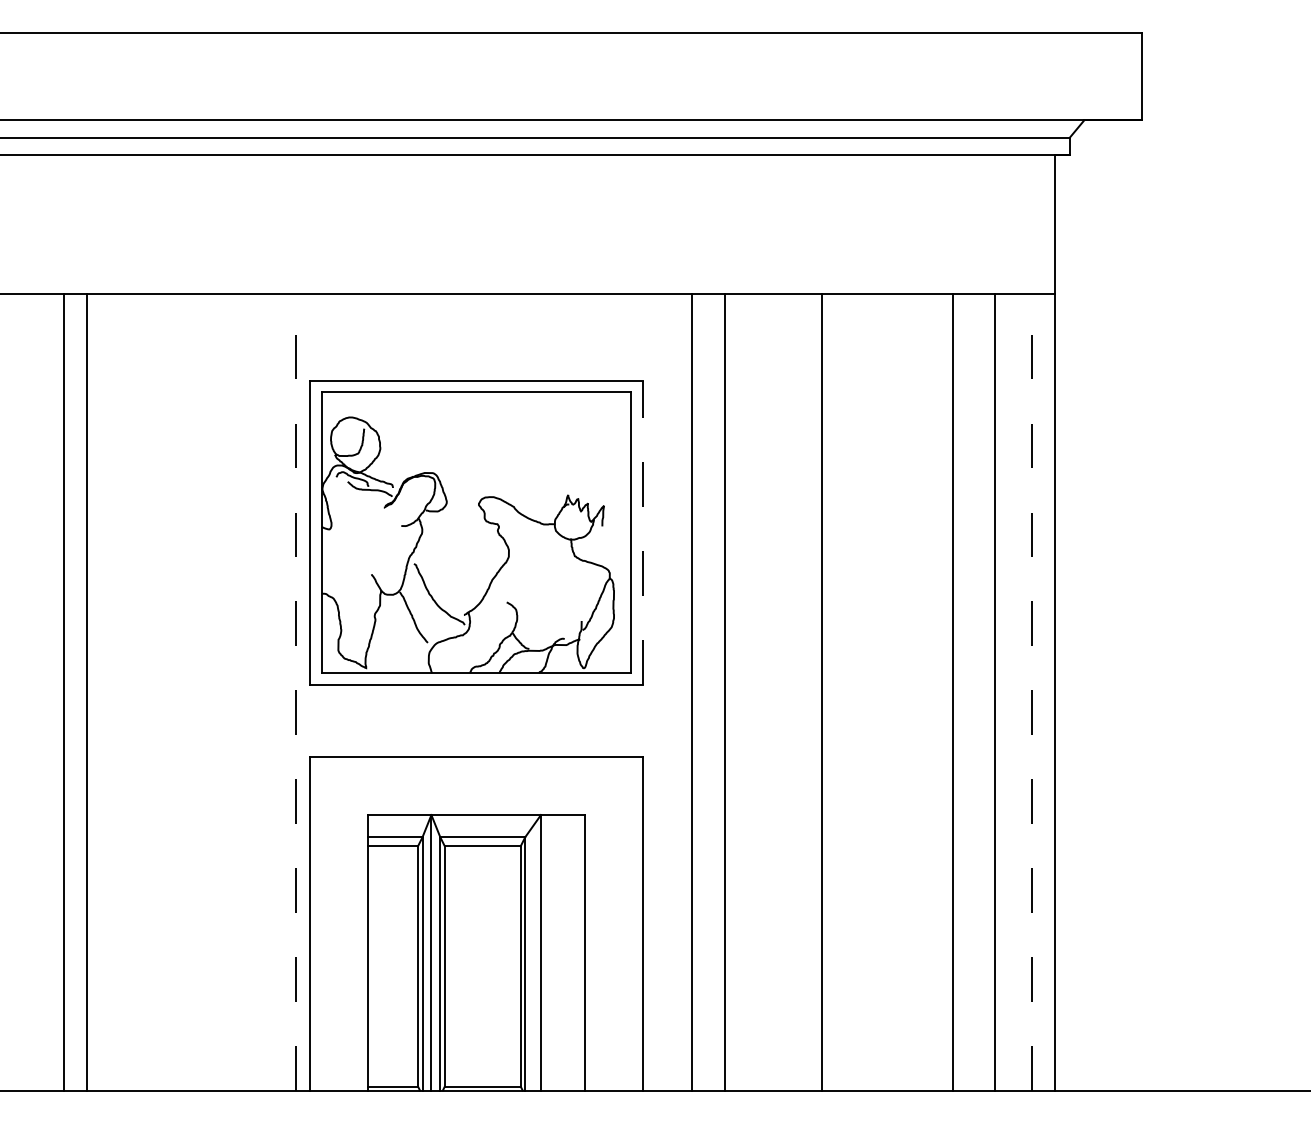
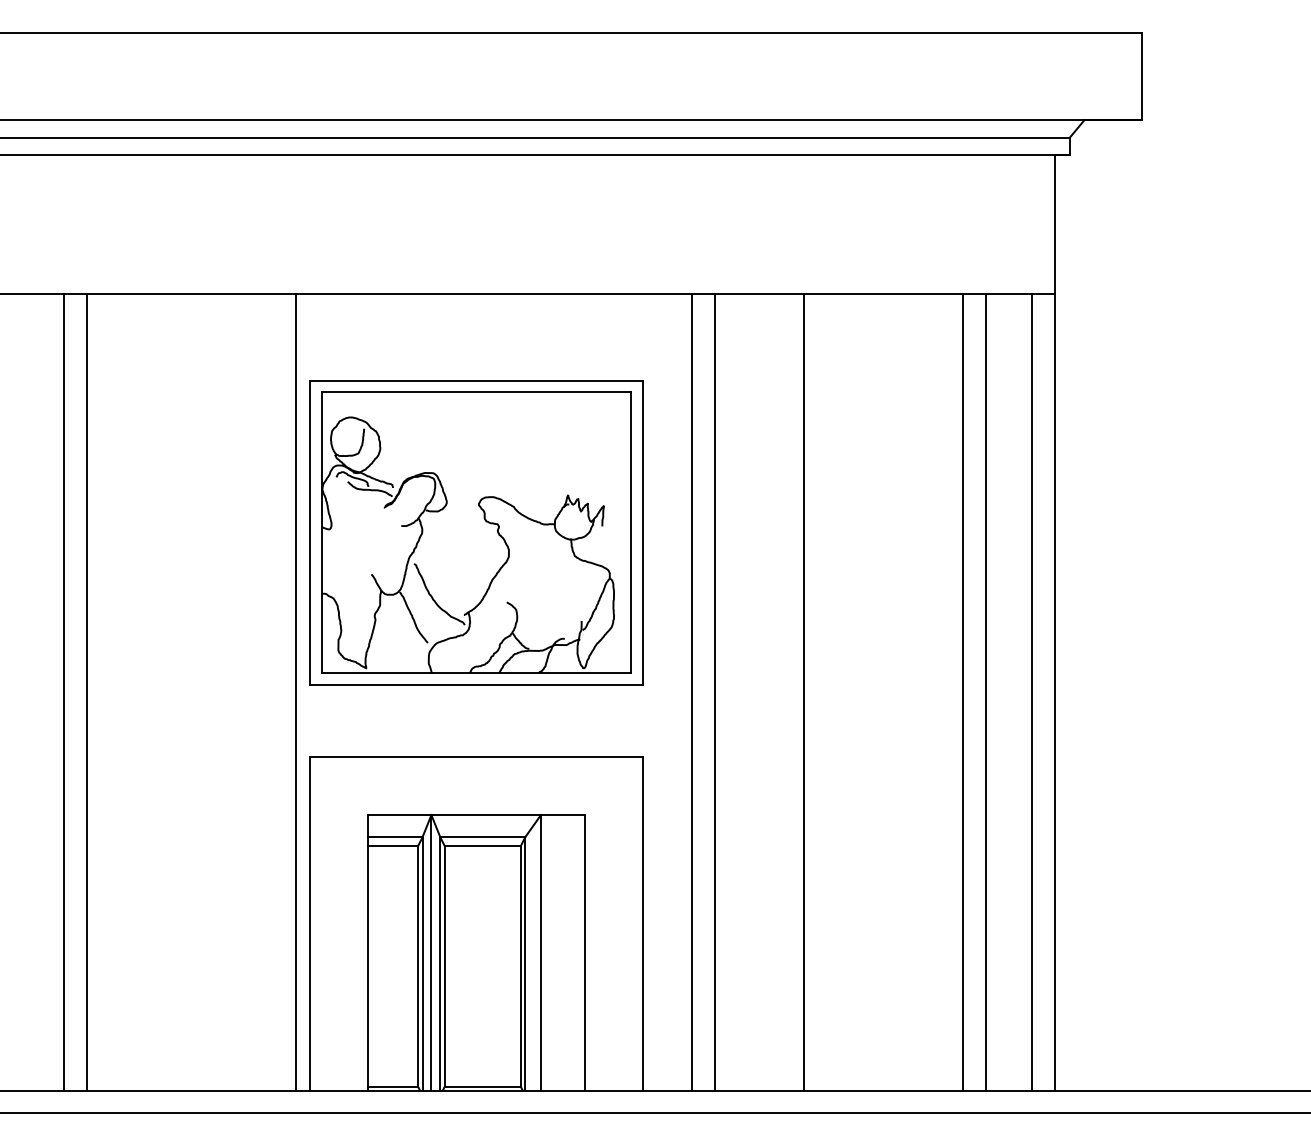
line at (642, 532): dashed -> solid
line at (295, 691): dashed -> solid
line at (1032, 691): dashed -> solid
line at (725, 692) position: (725, 692) -> (715, 692)
line at (821, 692) position: (821, 692) -> (803, 692)
line at (952, 692) position: (952, 692) -> (962, 692)
line at (994, 692) position: (994, 692) -> (985, 692)
line at (654, 1112): none -> present
